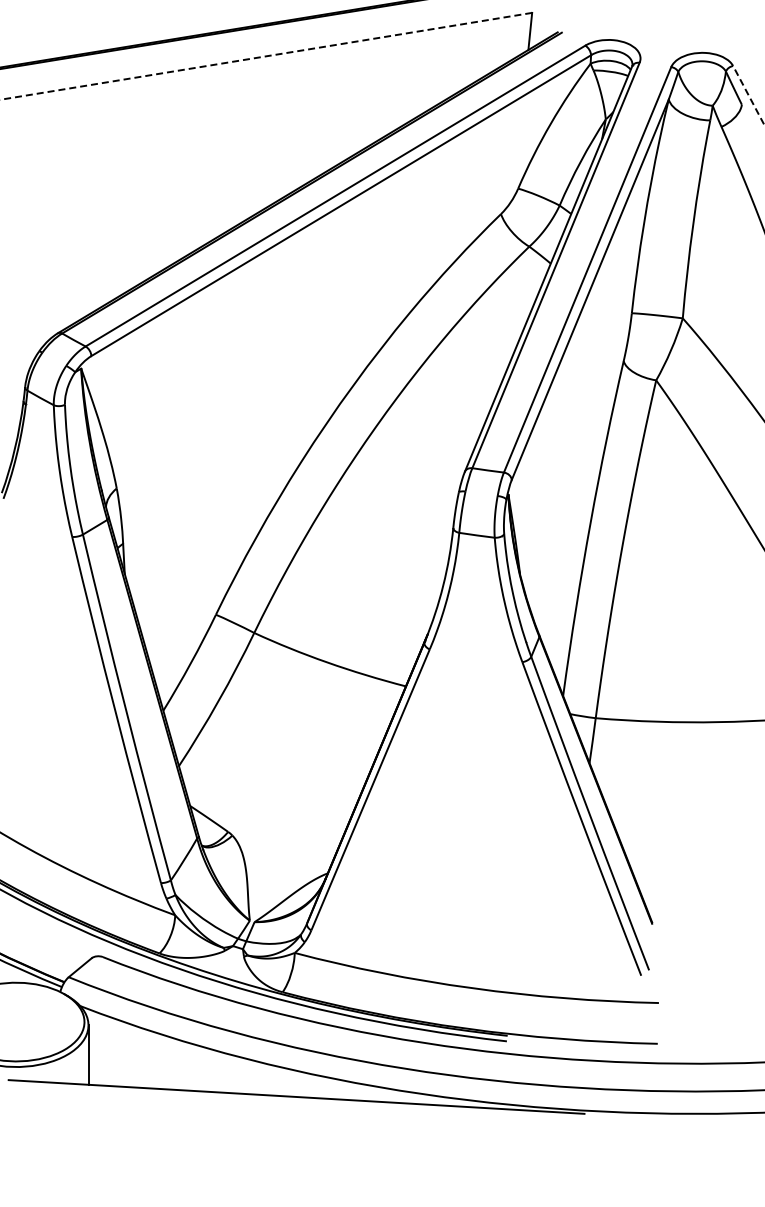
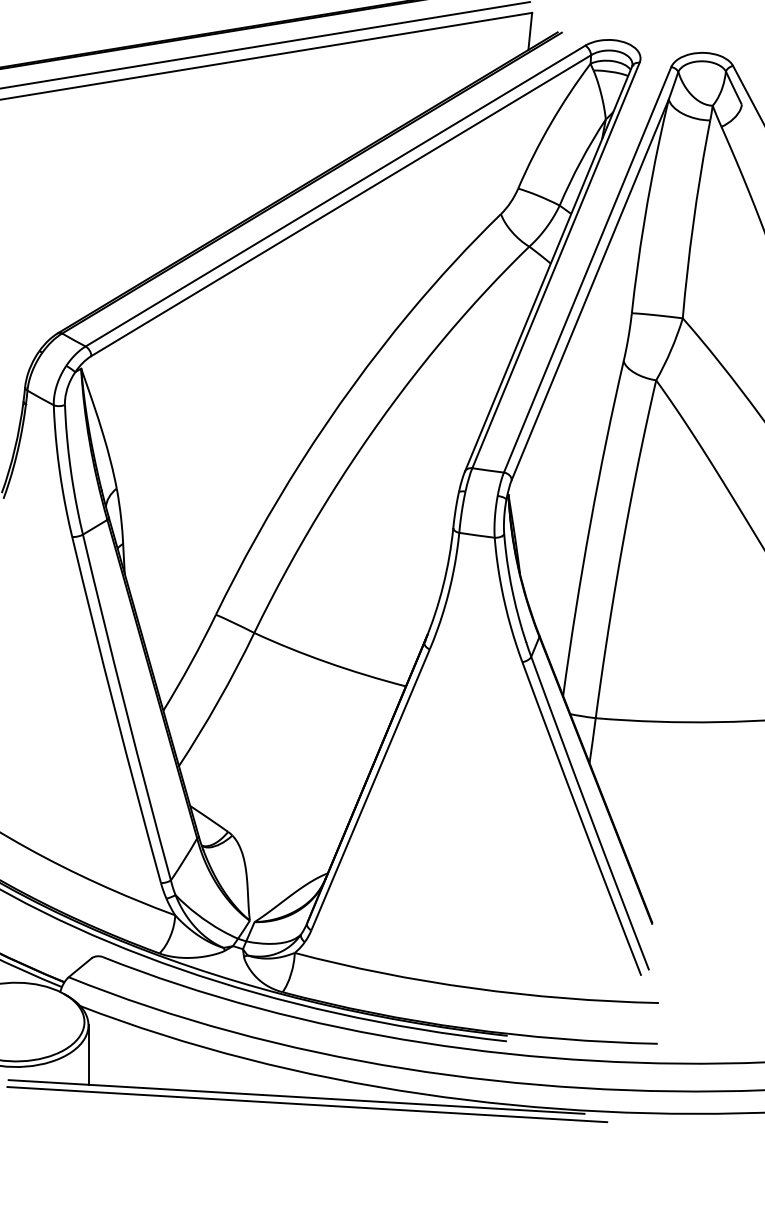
line at (265, 45): none -> present
line at (265, 56): dashed -> solid
line at (749, 95): dashed -> solid
line at (307, 1104): none -> present
